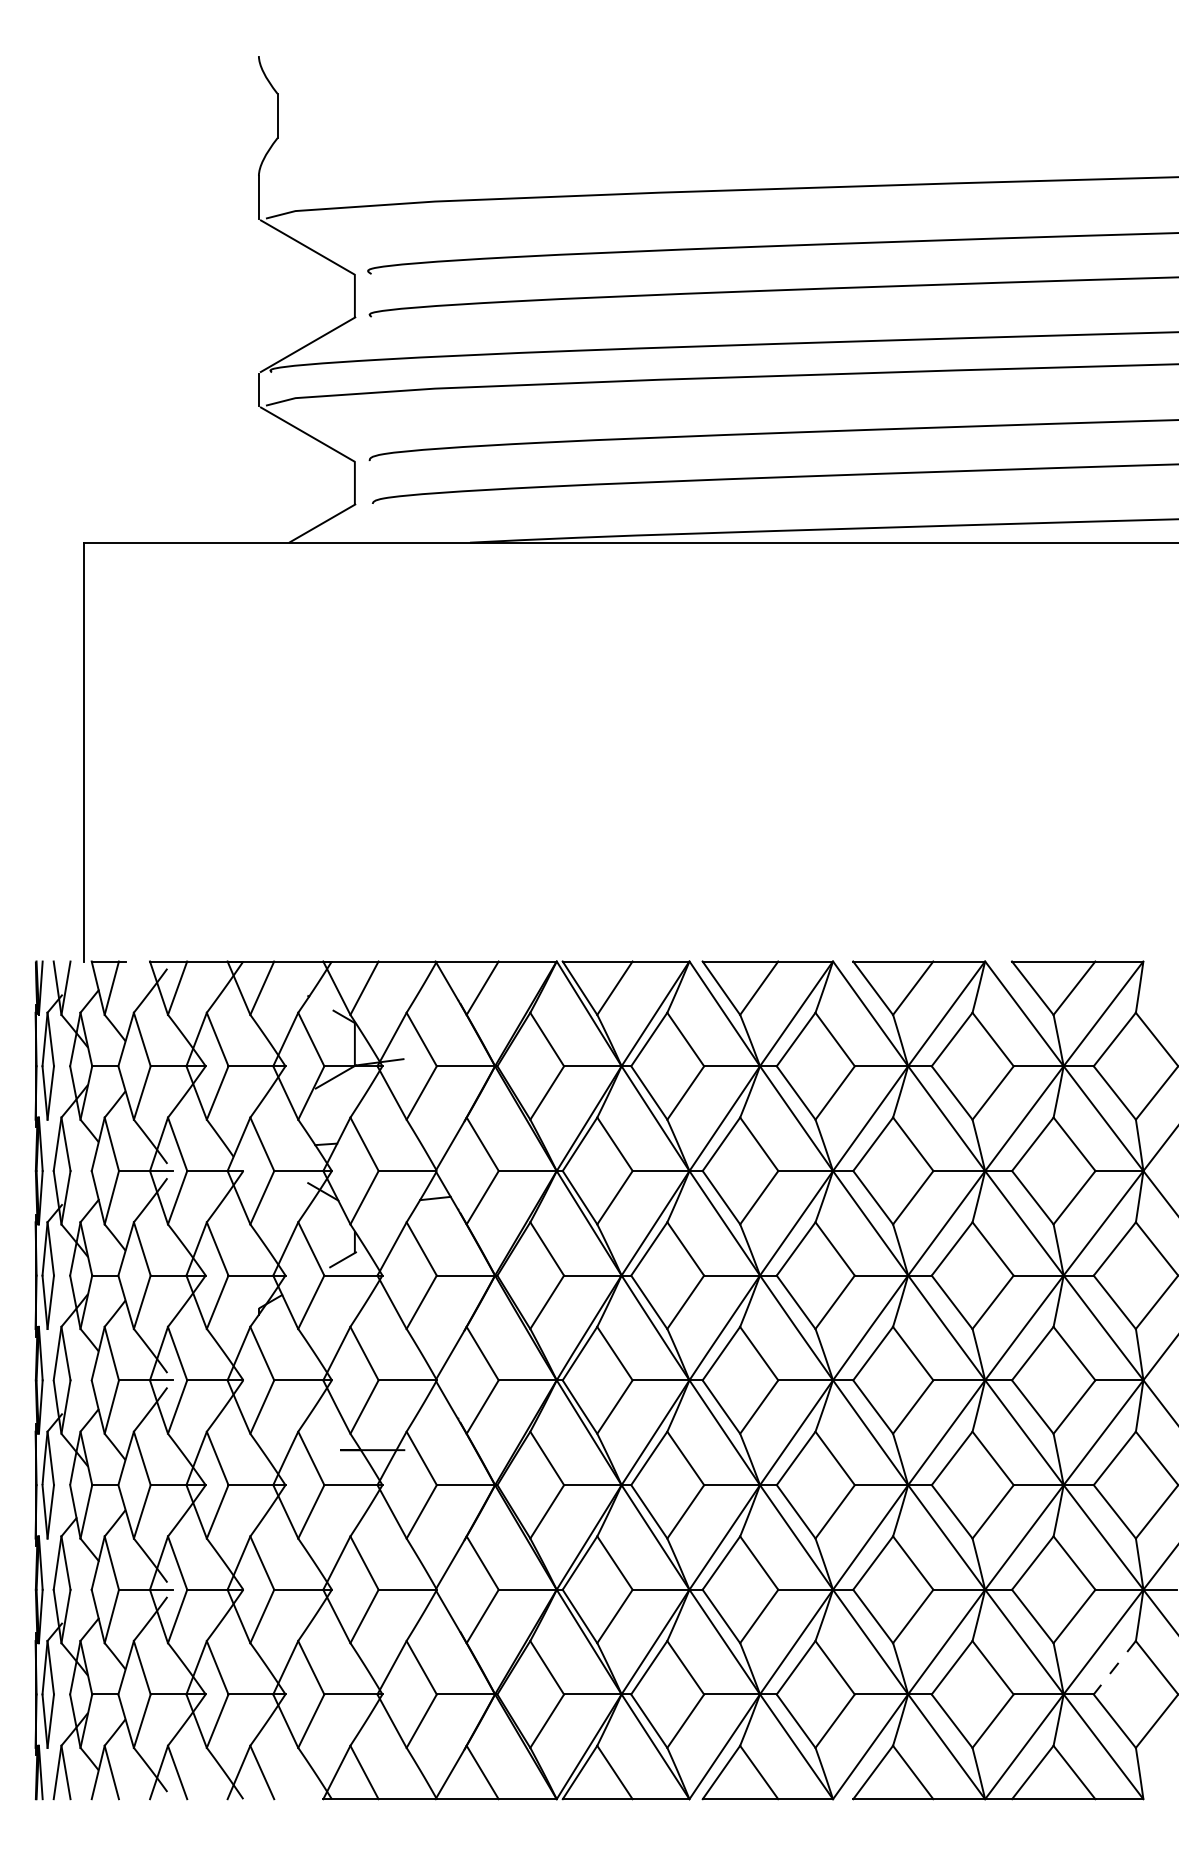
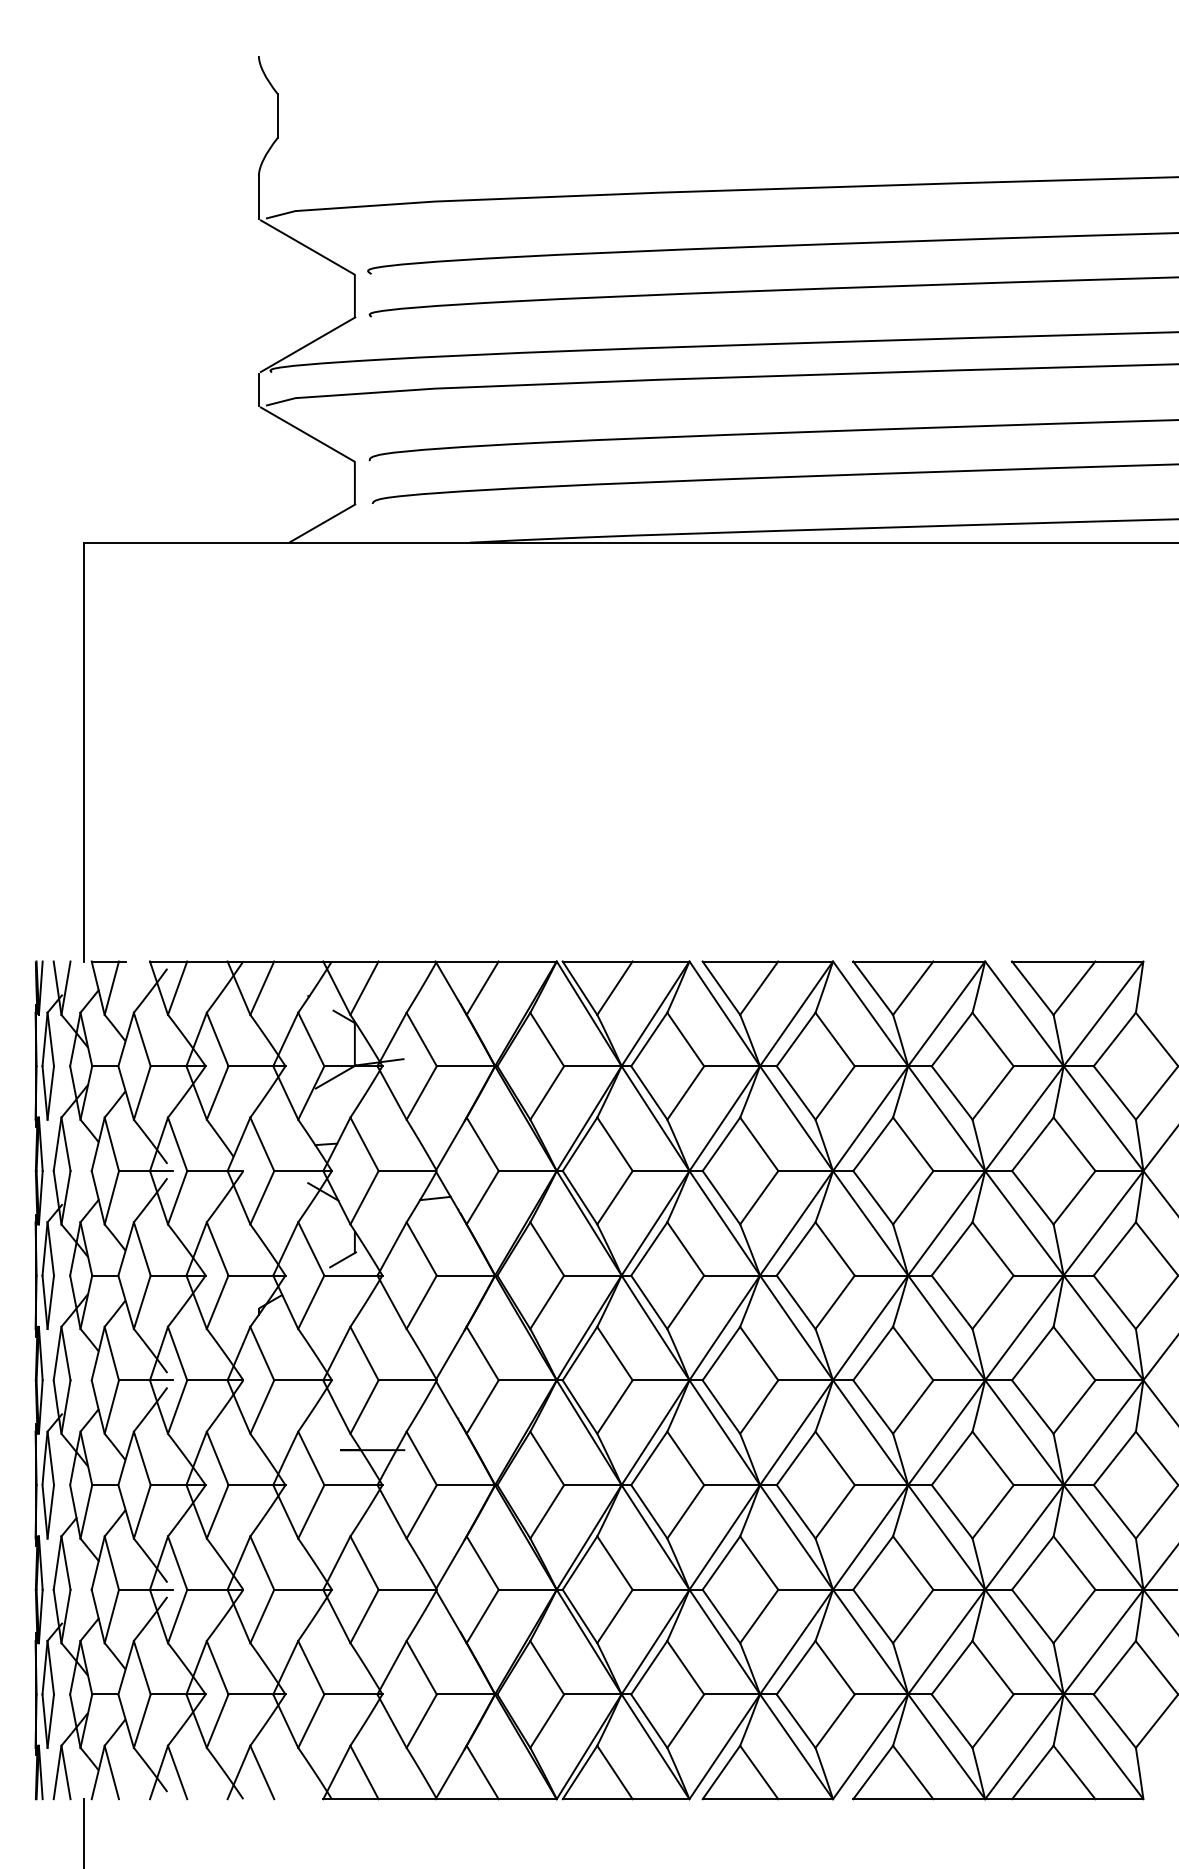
line at (1114, 1668): dashed -> solid
line at (84, 1832): none -> present
